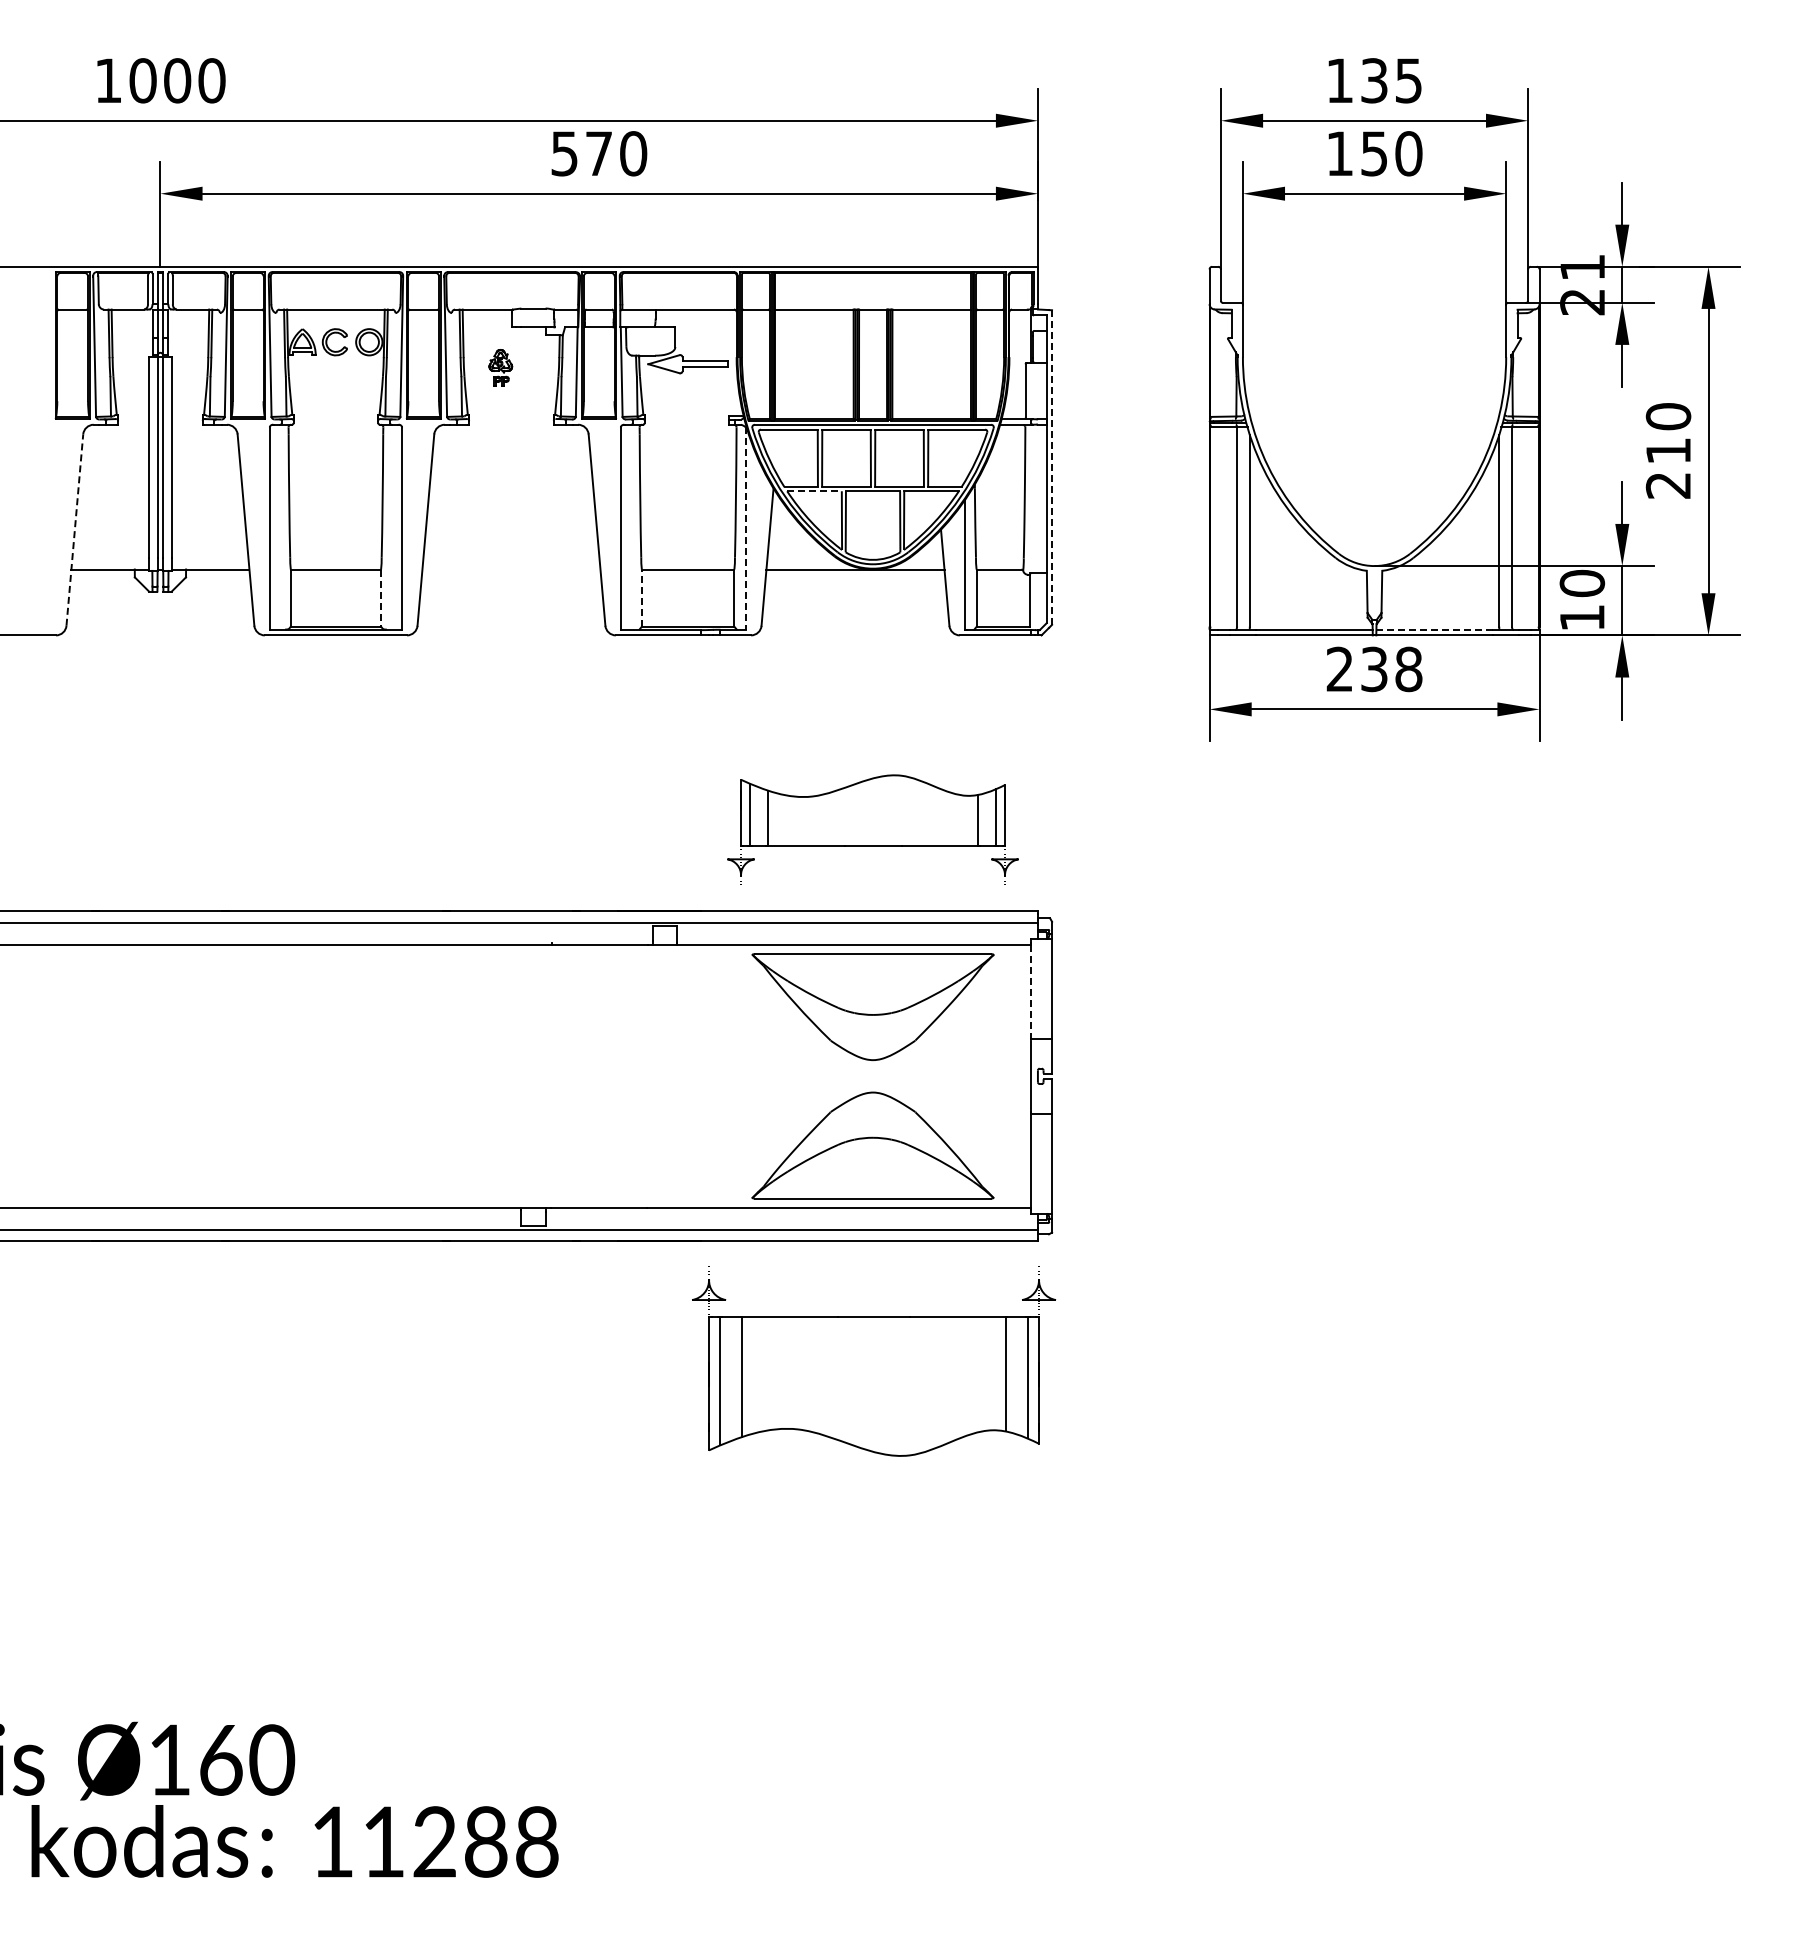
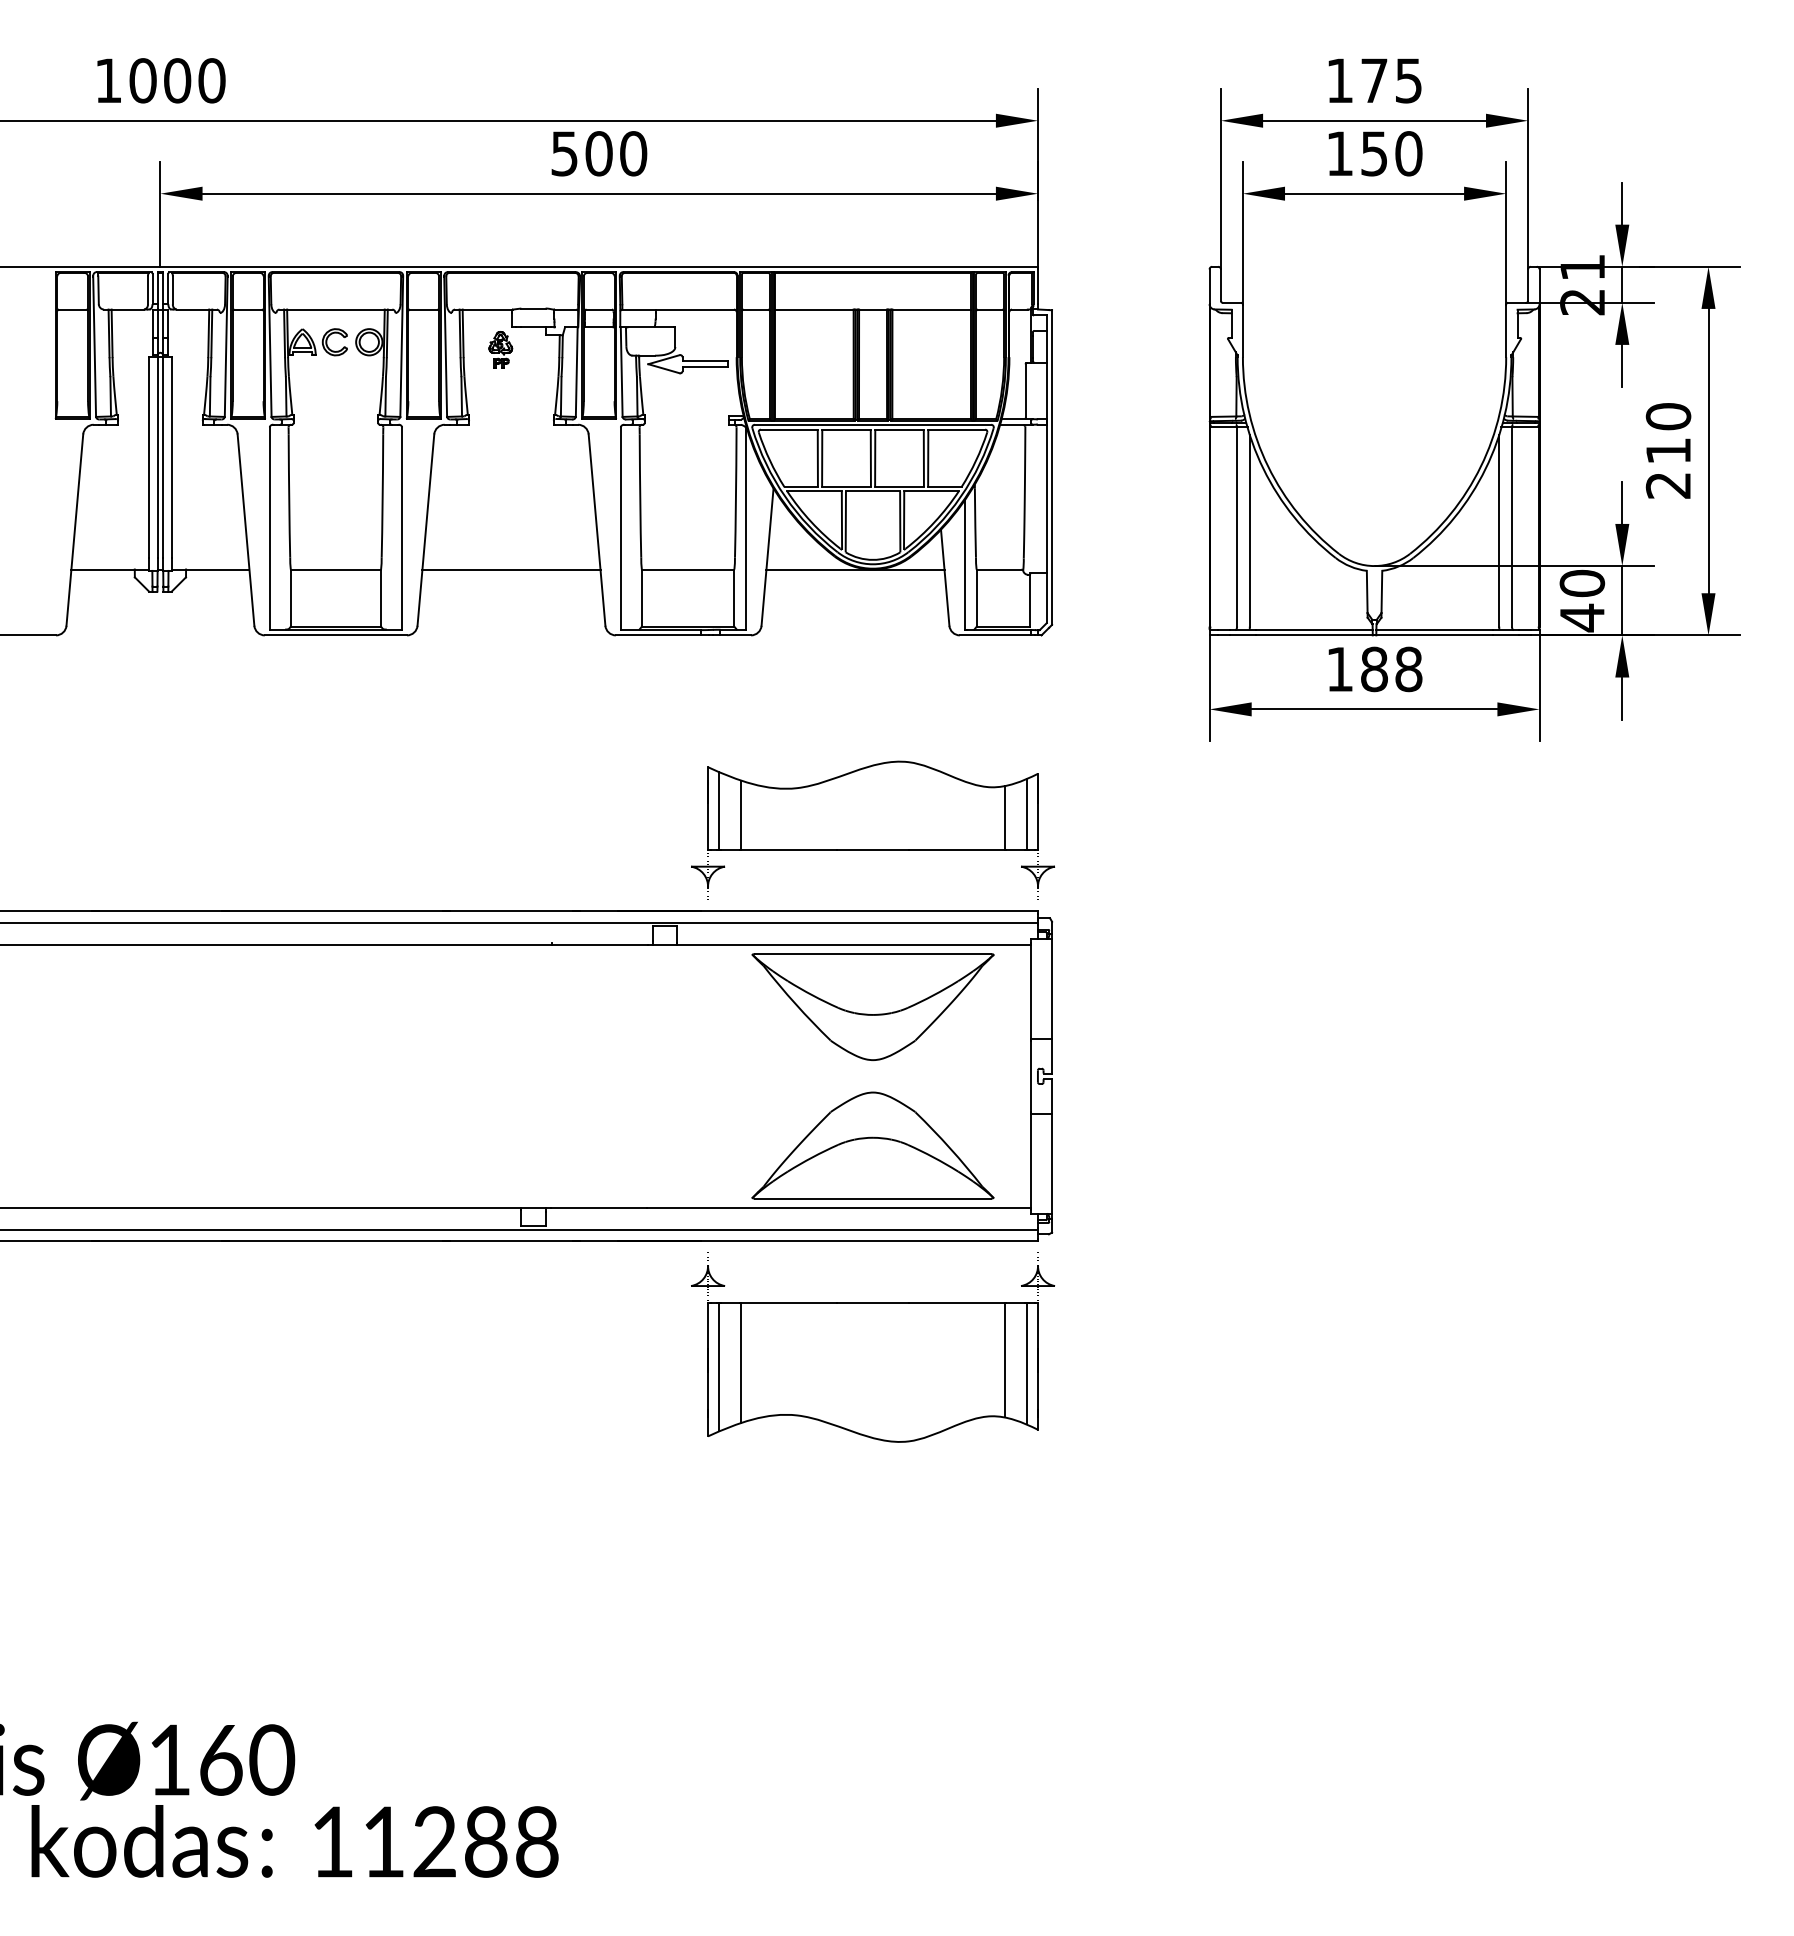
text at (1374, 80): 135 -> 175
text at (598, 153): 570 -> 500
part at (500, 367) position: (500, 367) -> (500, 349)
line at (1052, 468): dashed -> solid
line at (815, 491): dashed -> solid
line at (74, 529): dashed -> solid
line at (745, 529): dashed -> solid
line at (511, 569): none -> present
line at (381, 598): dashed -> solid
line at (641, 598): dashed -> solid
text at (1582, 617): 10 -> 40
line at (1435, 630): dashed -> solid
text at (1356, 669): 238 -> 188
part at (872, 829) size: 292x111 px -> 364x140 px
line at (1031, 993): dashed -> solid
part at (874, 1361) position: (874, 1361) -> (873, 1347)
